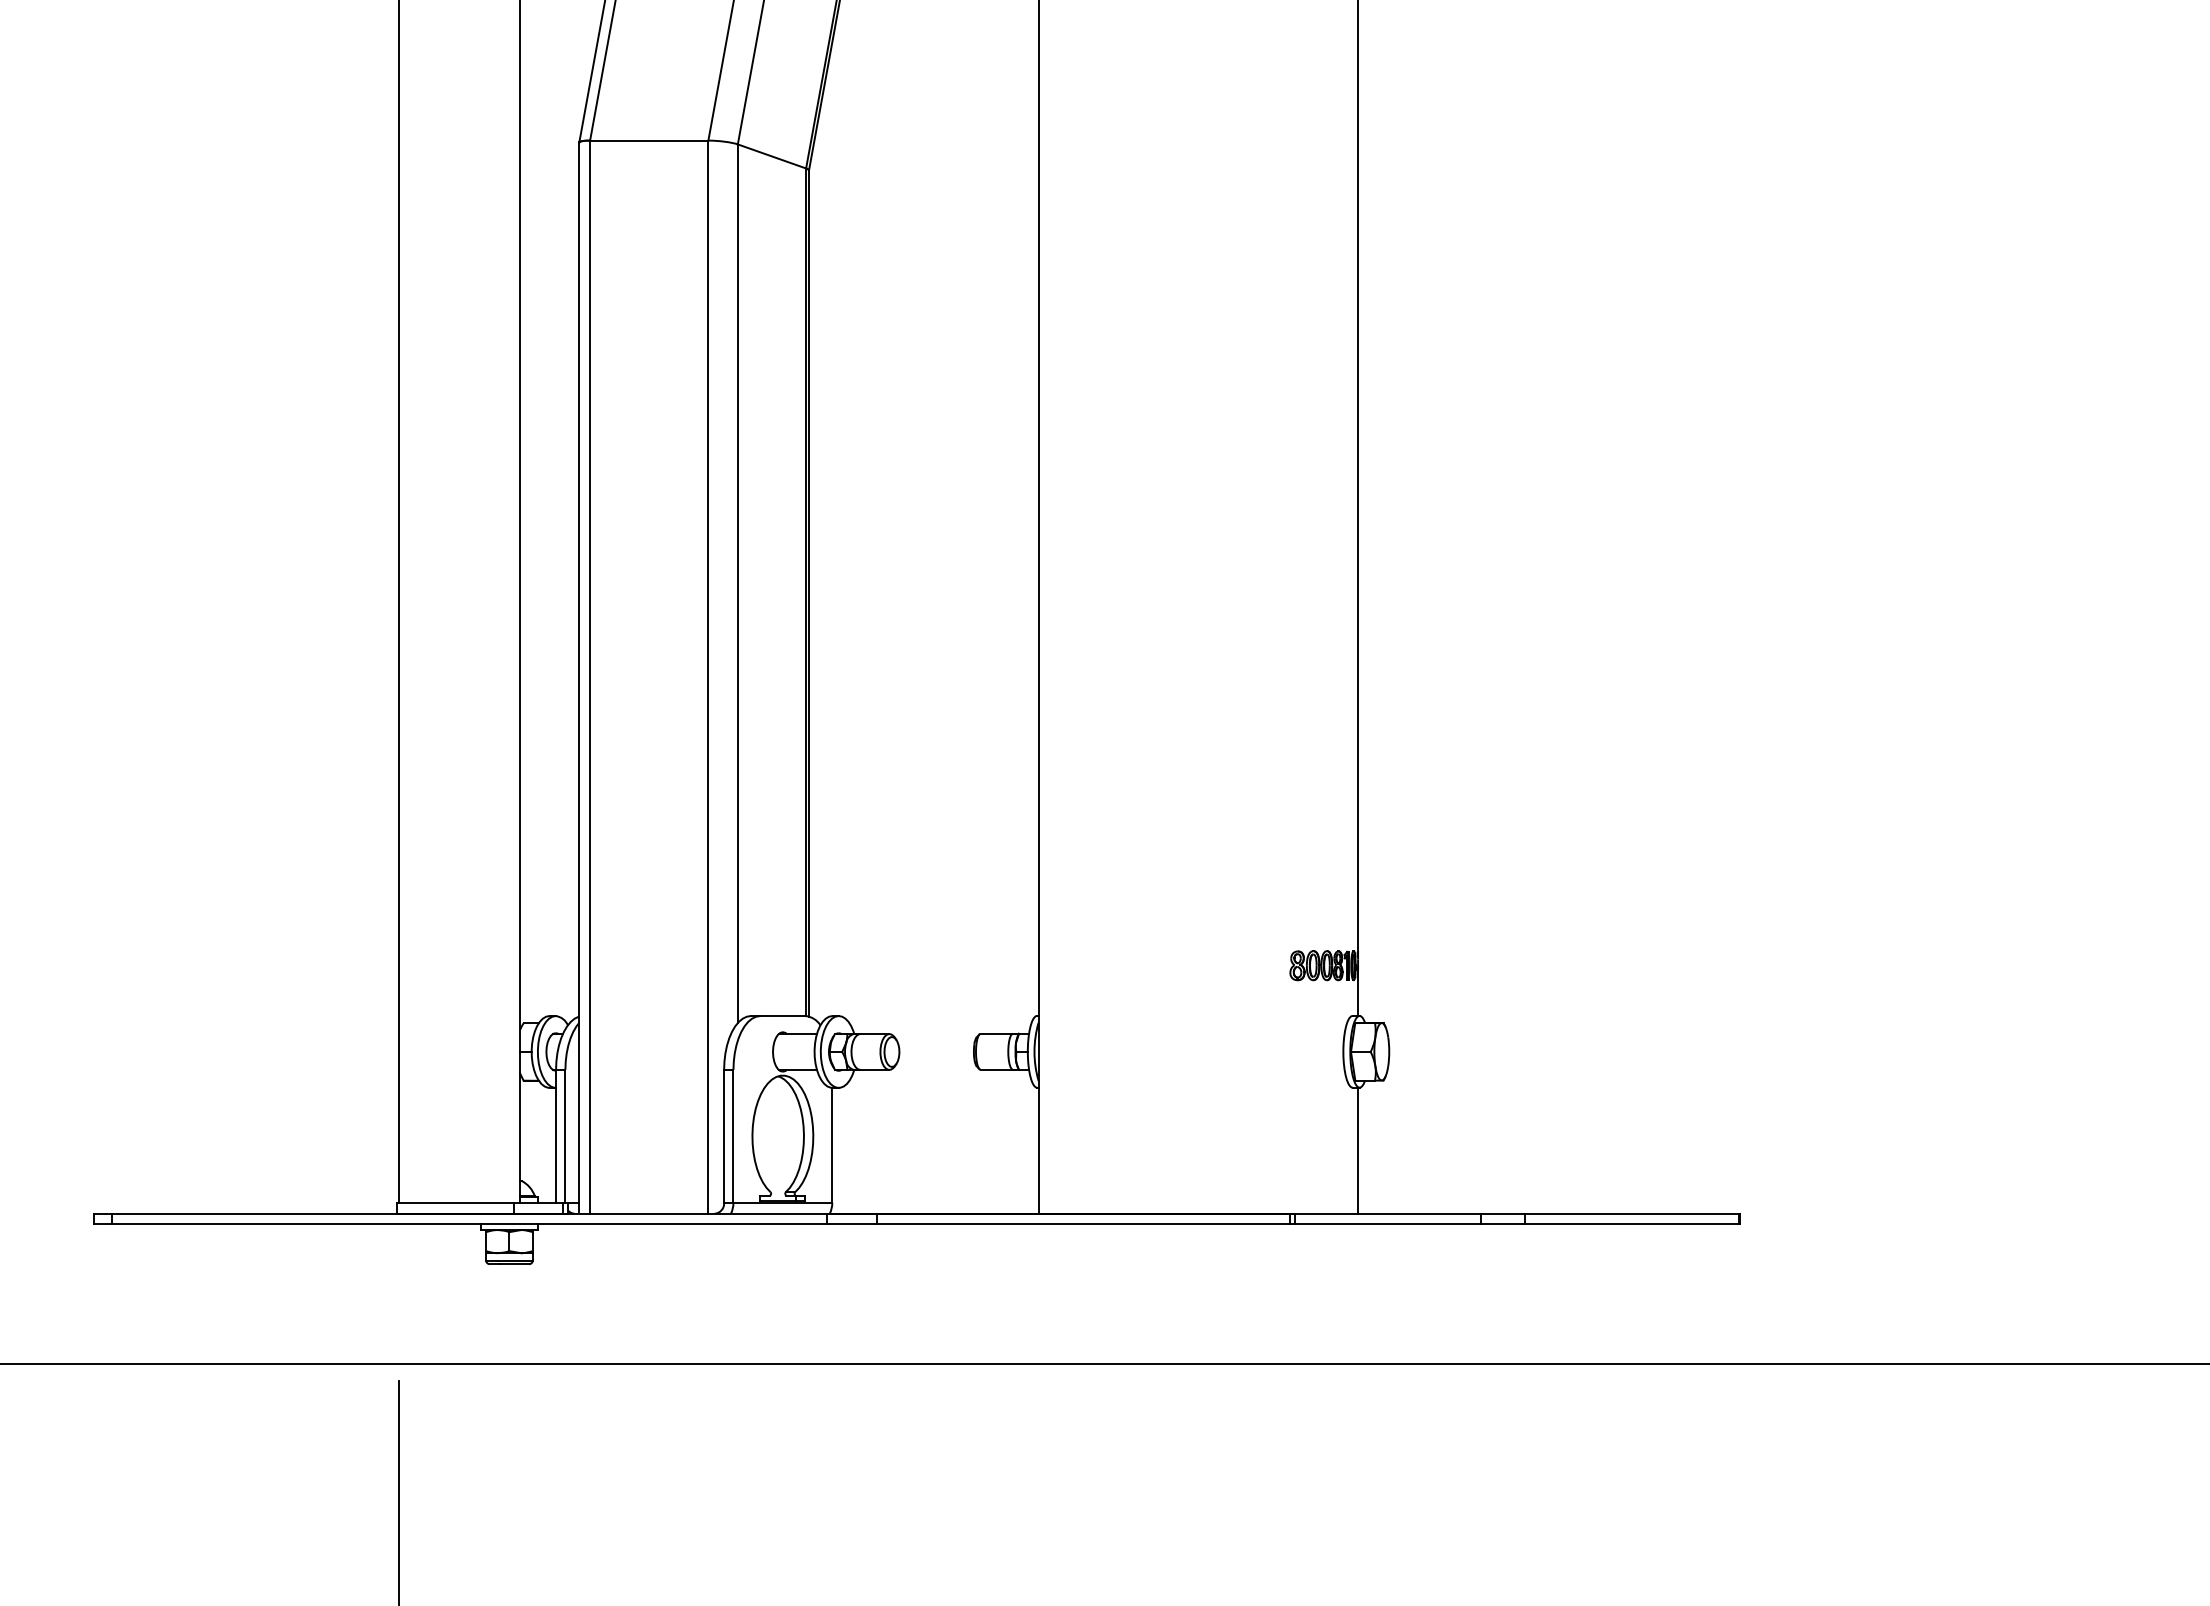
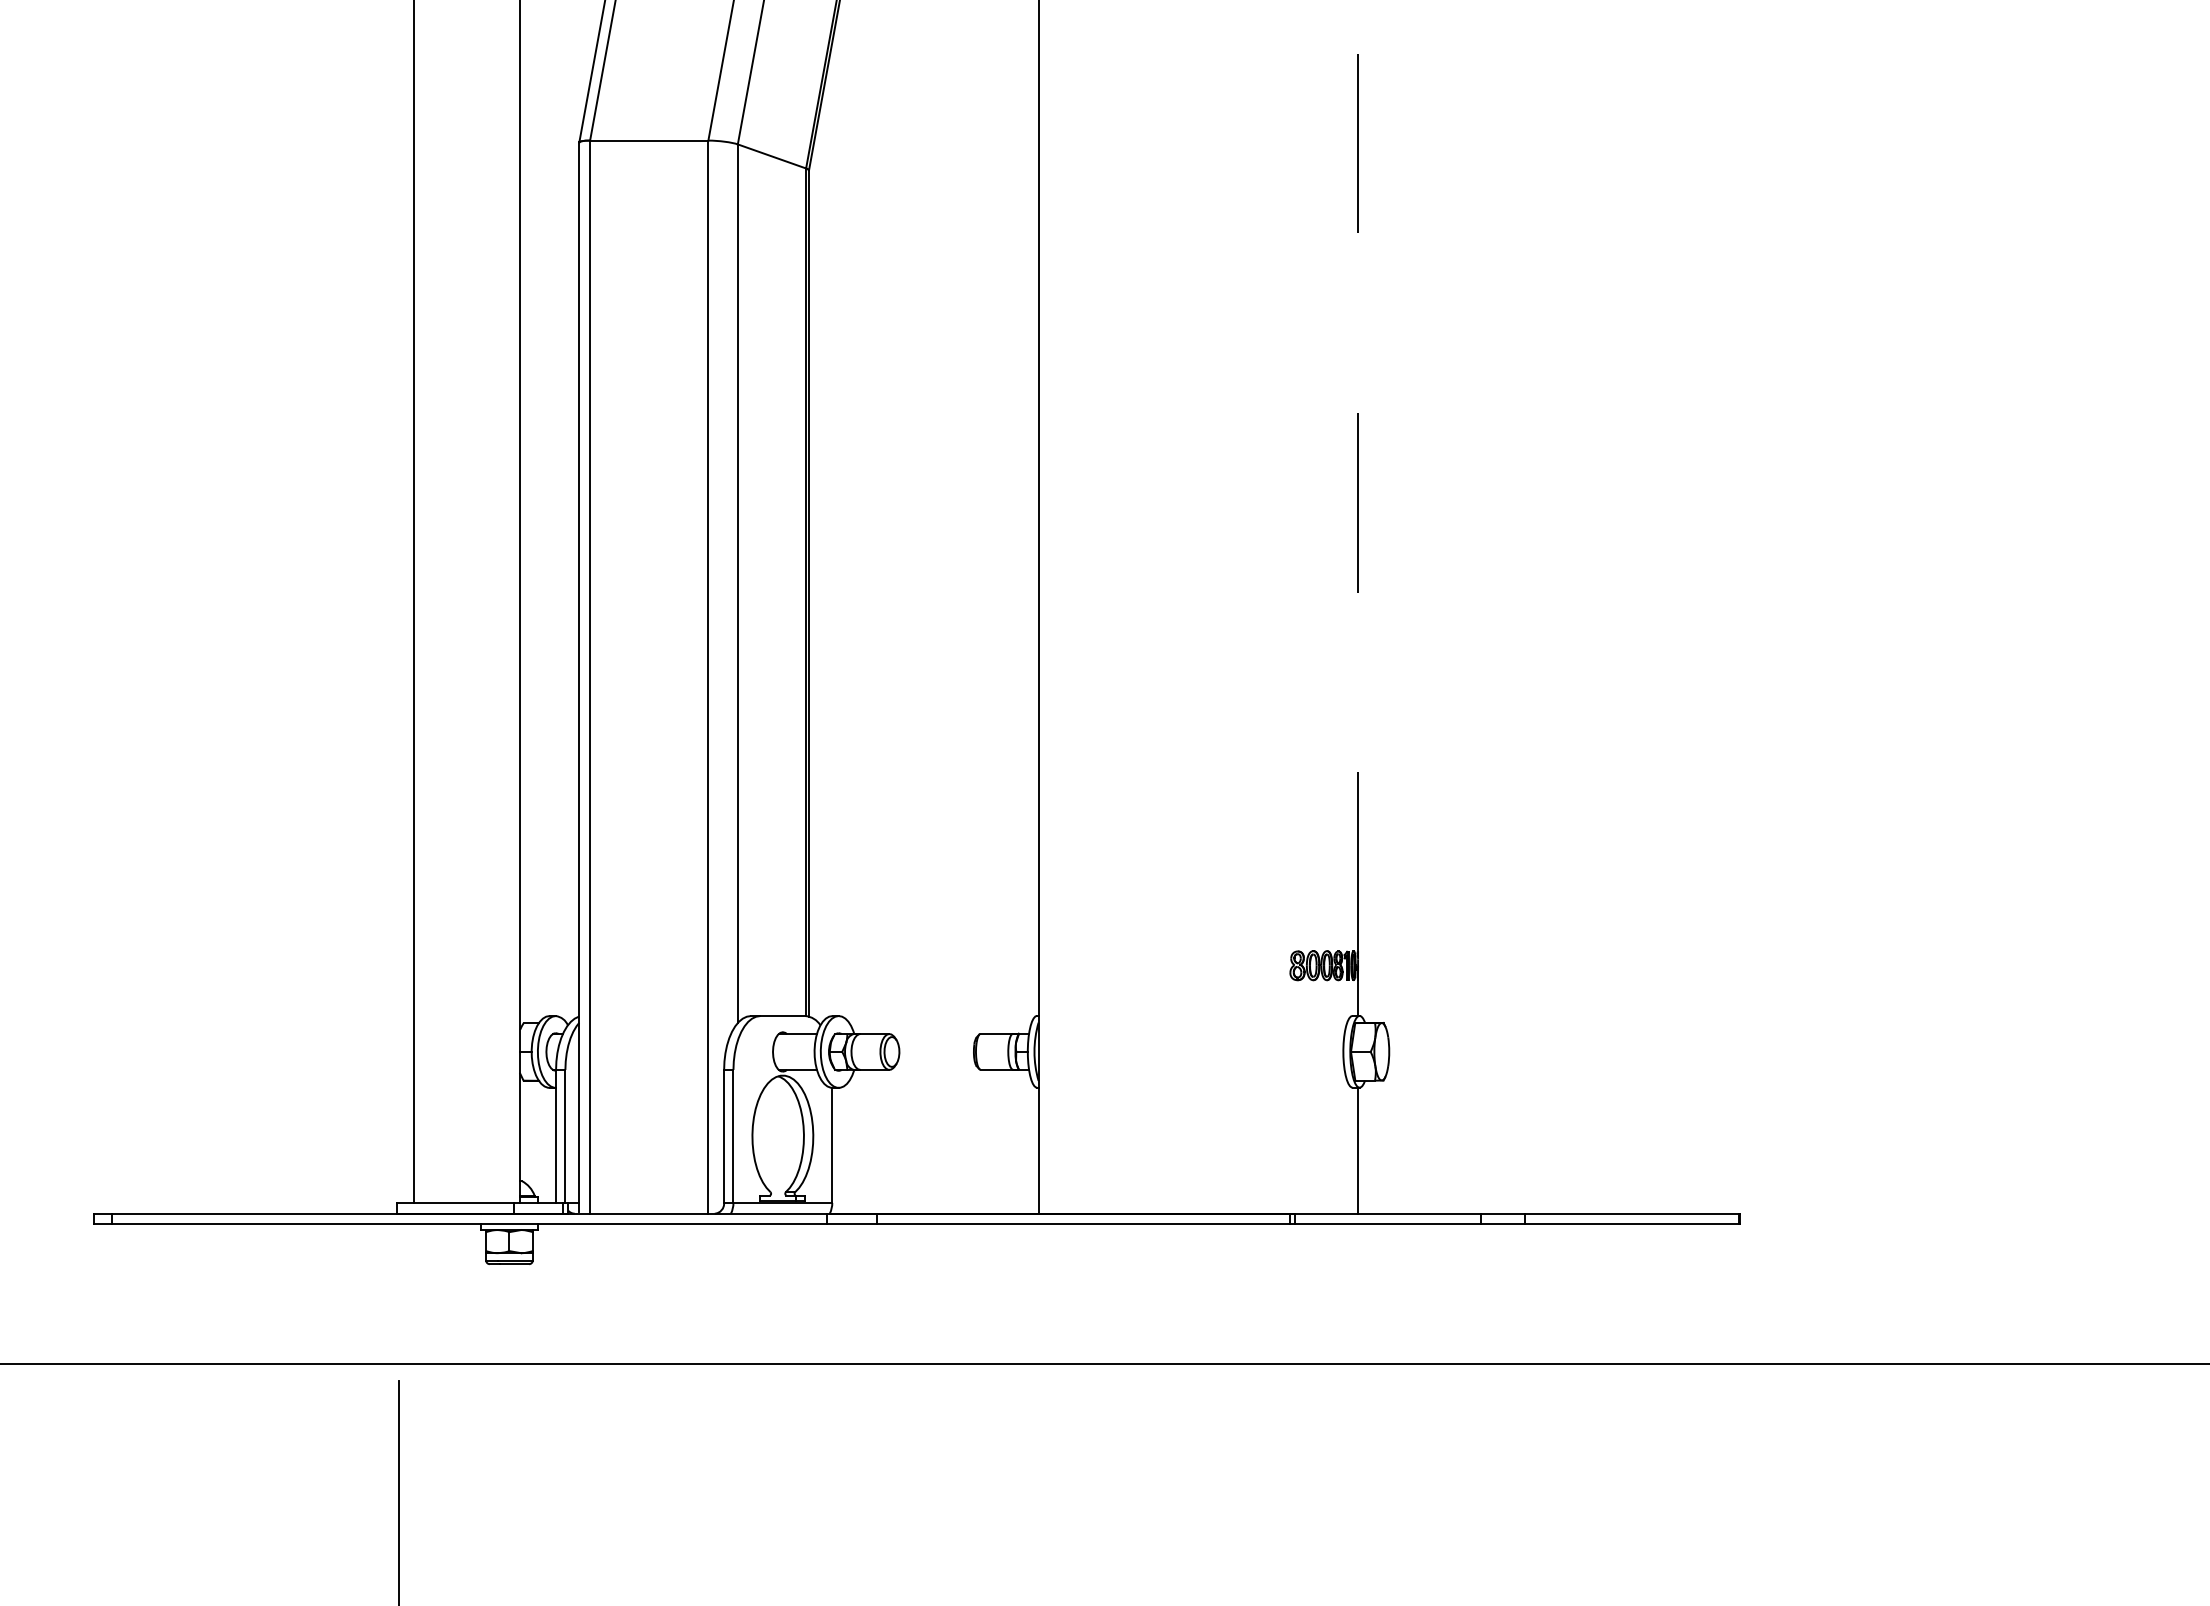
line at (1358, 476): solid -> dashed
line at (399, 602) position: (399, 602) -> (414, 602)
